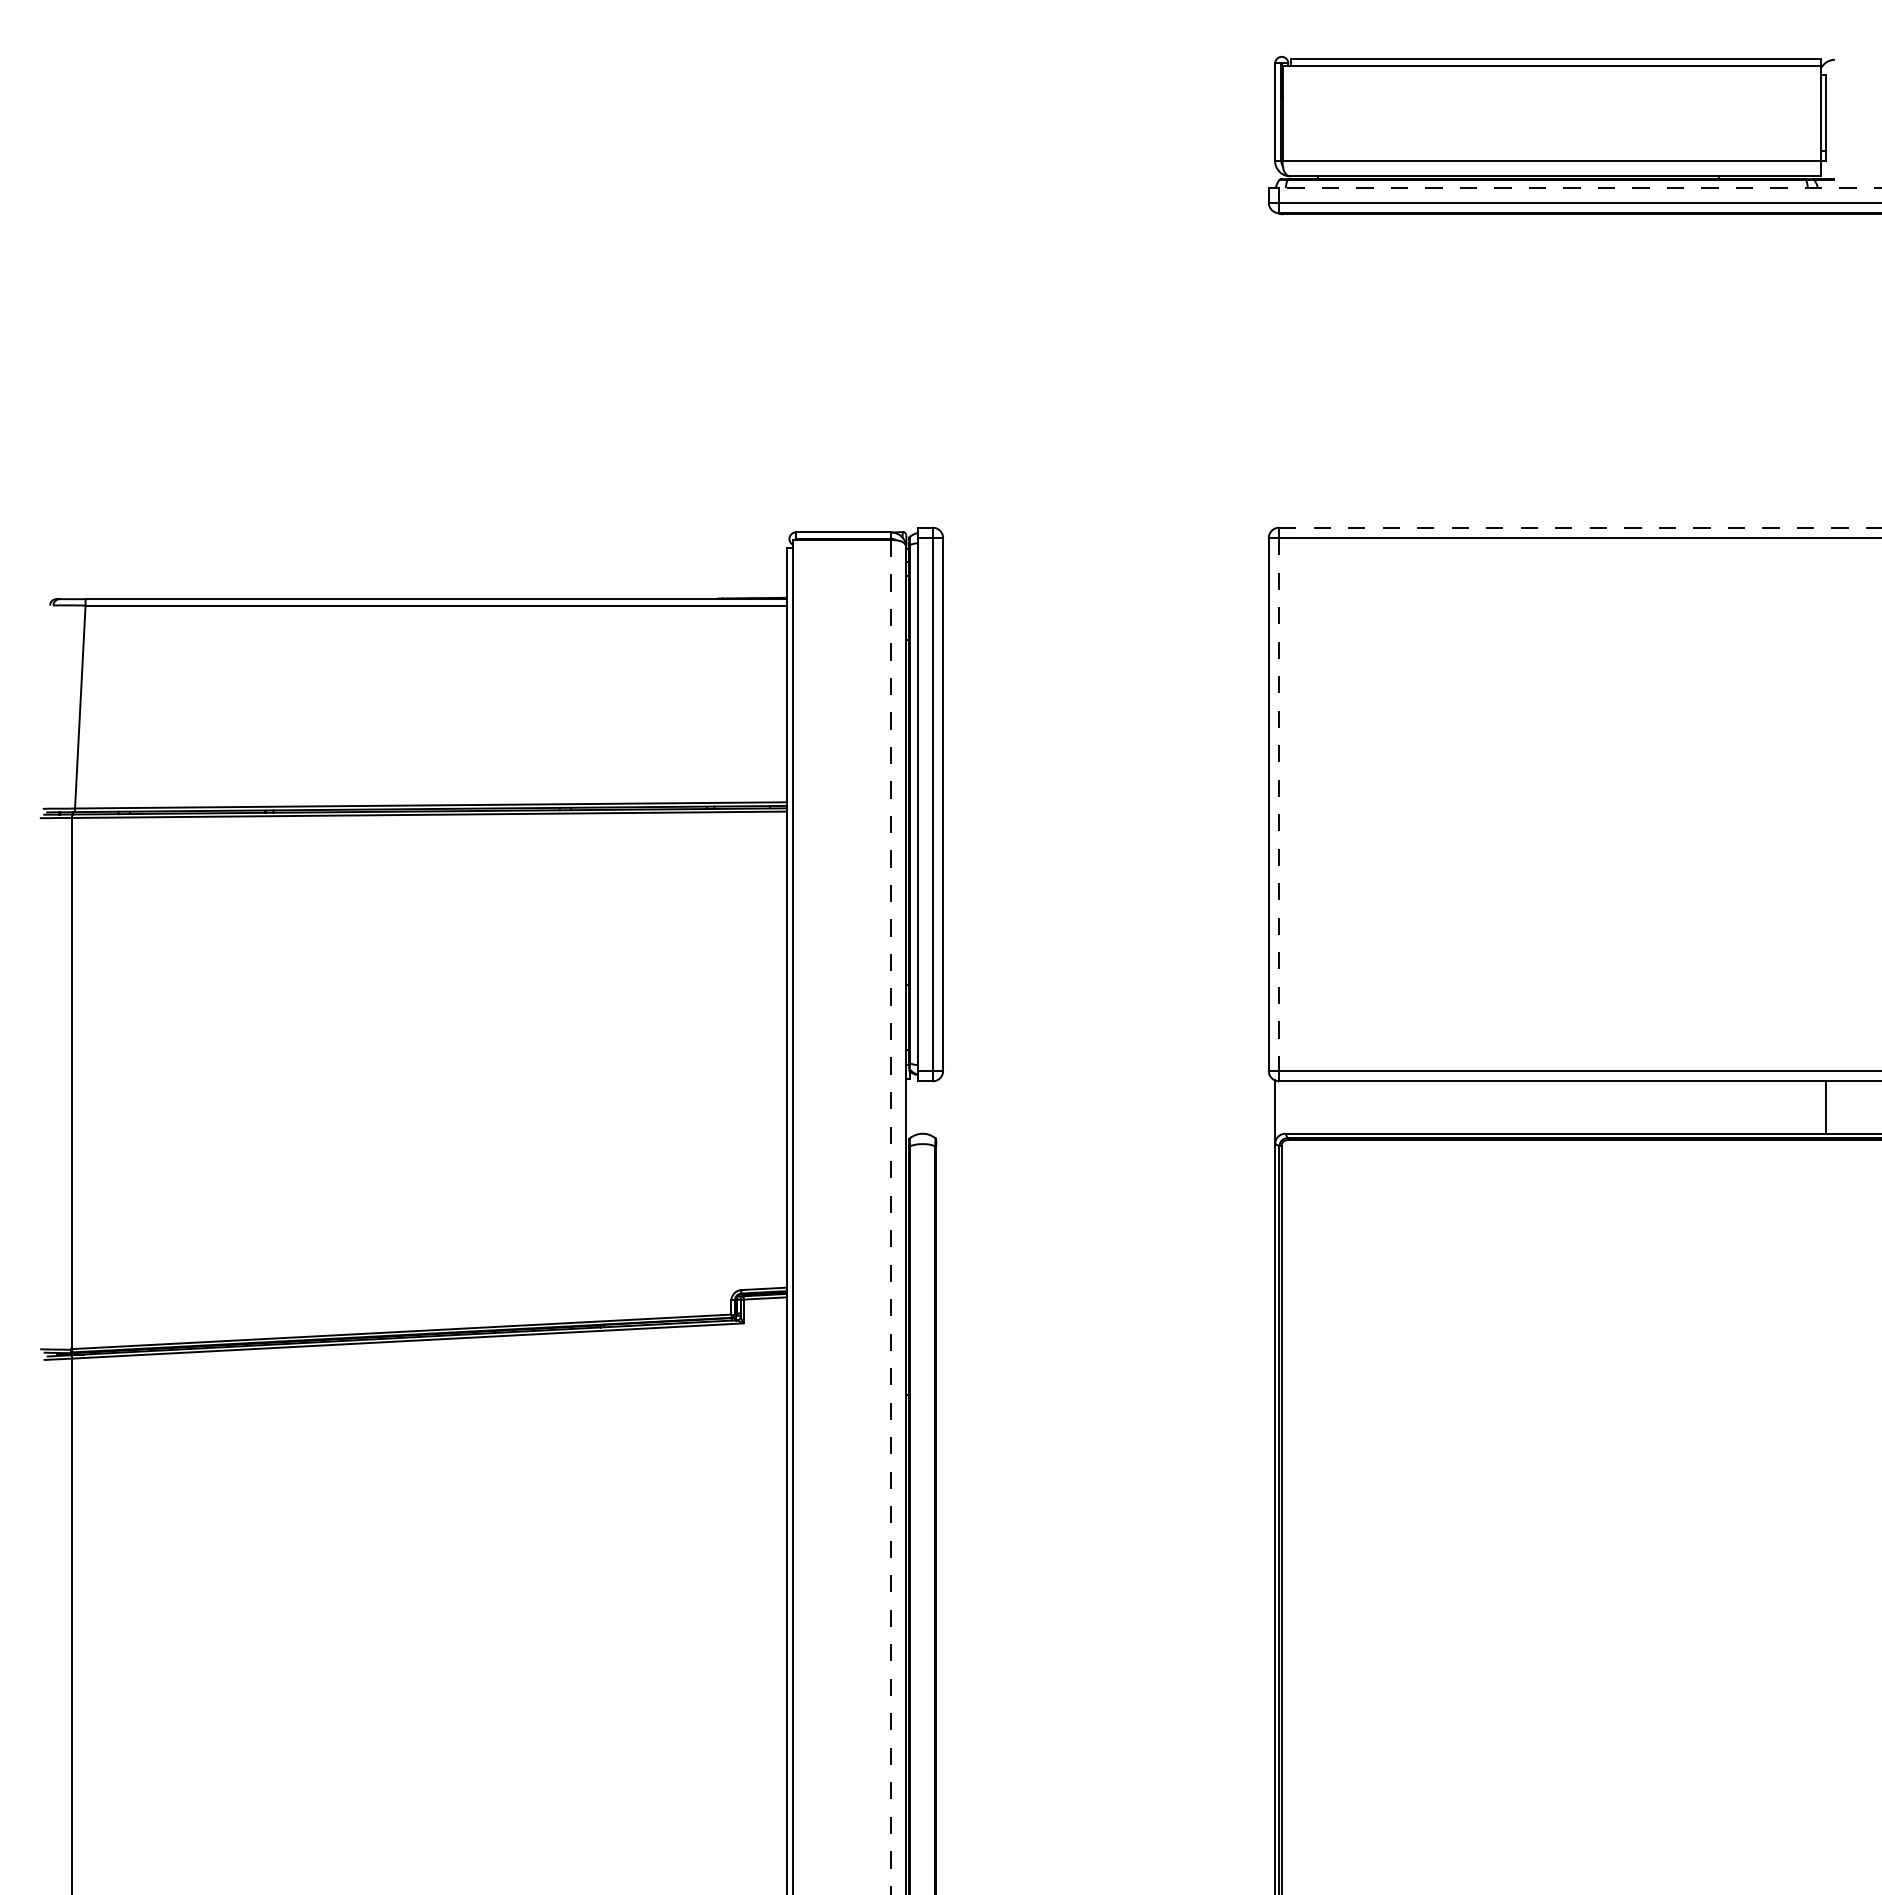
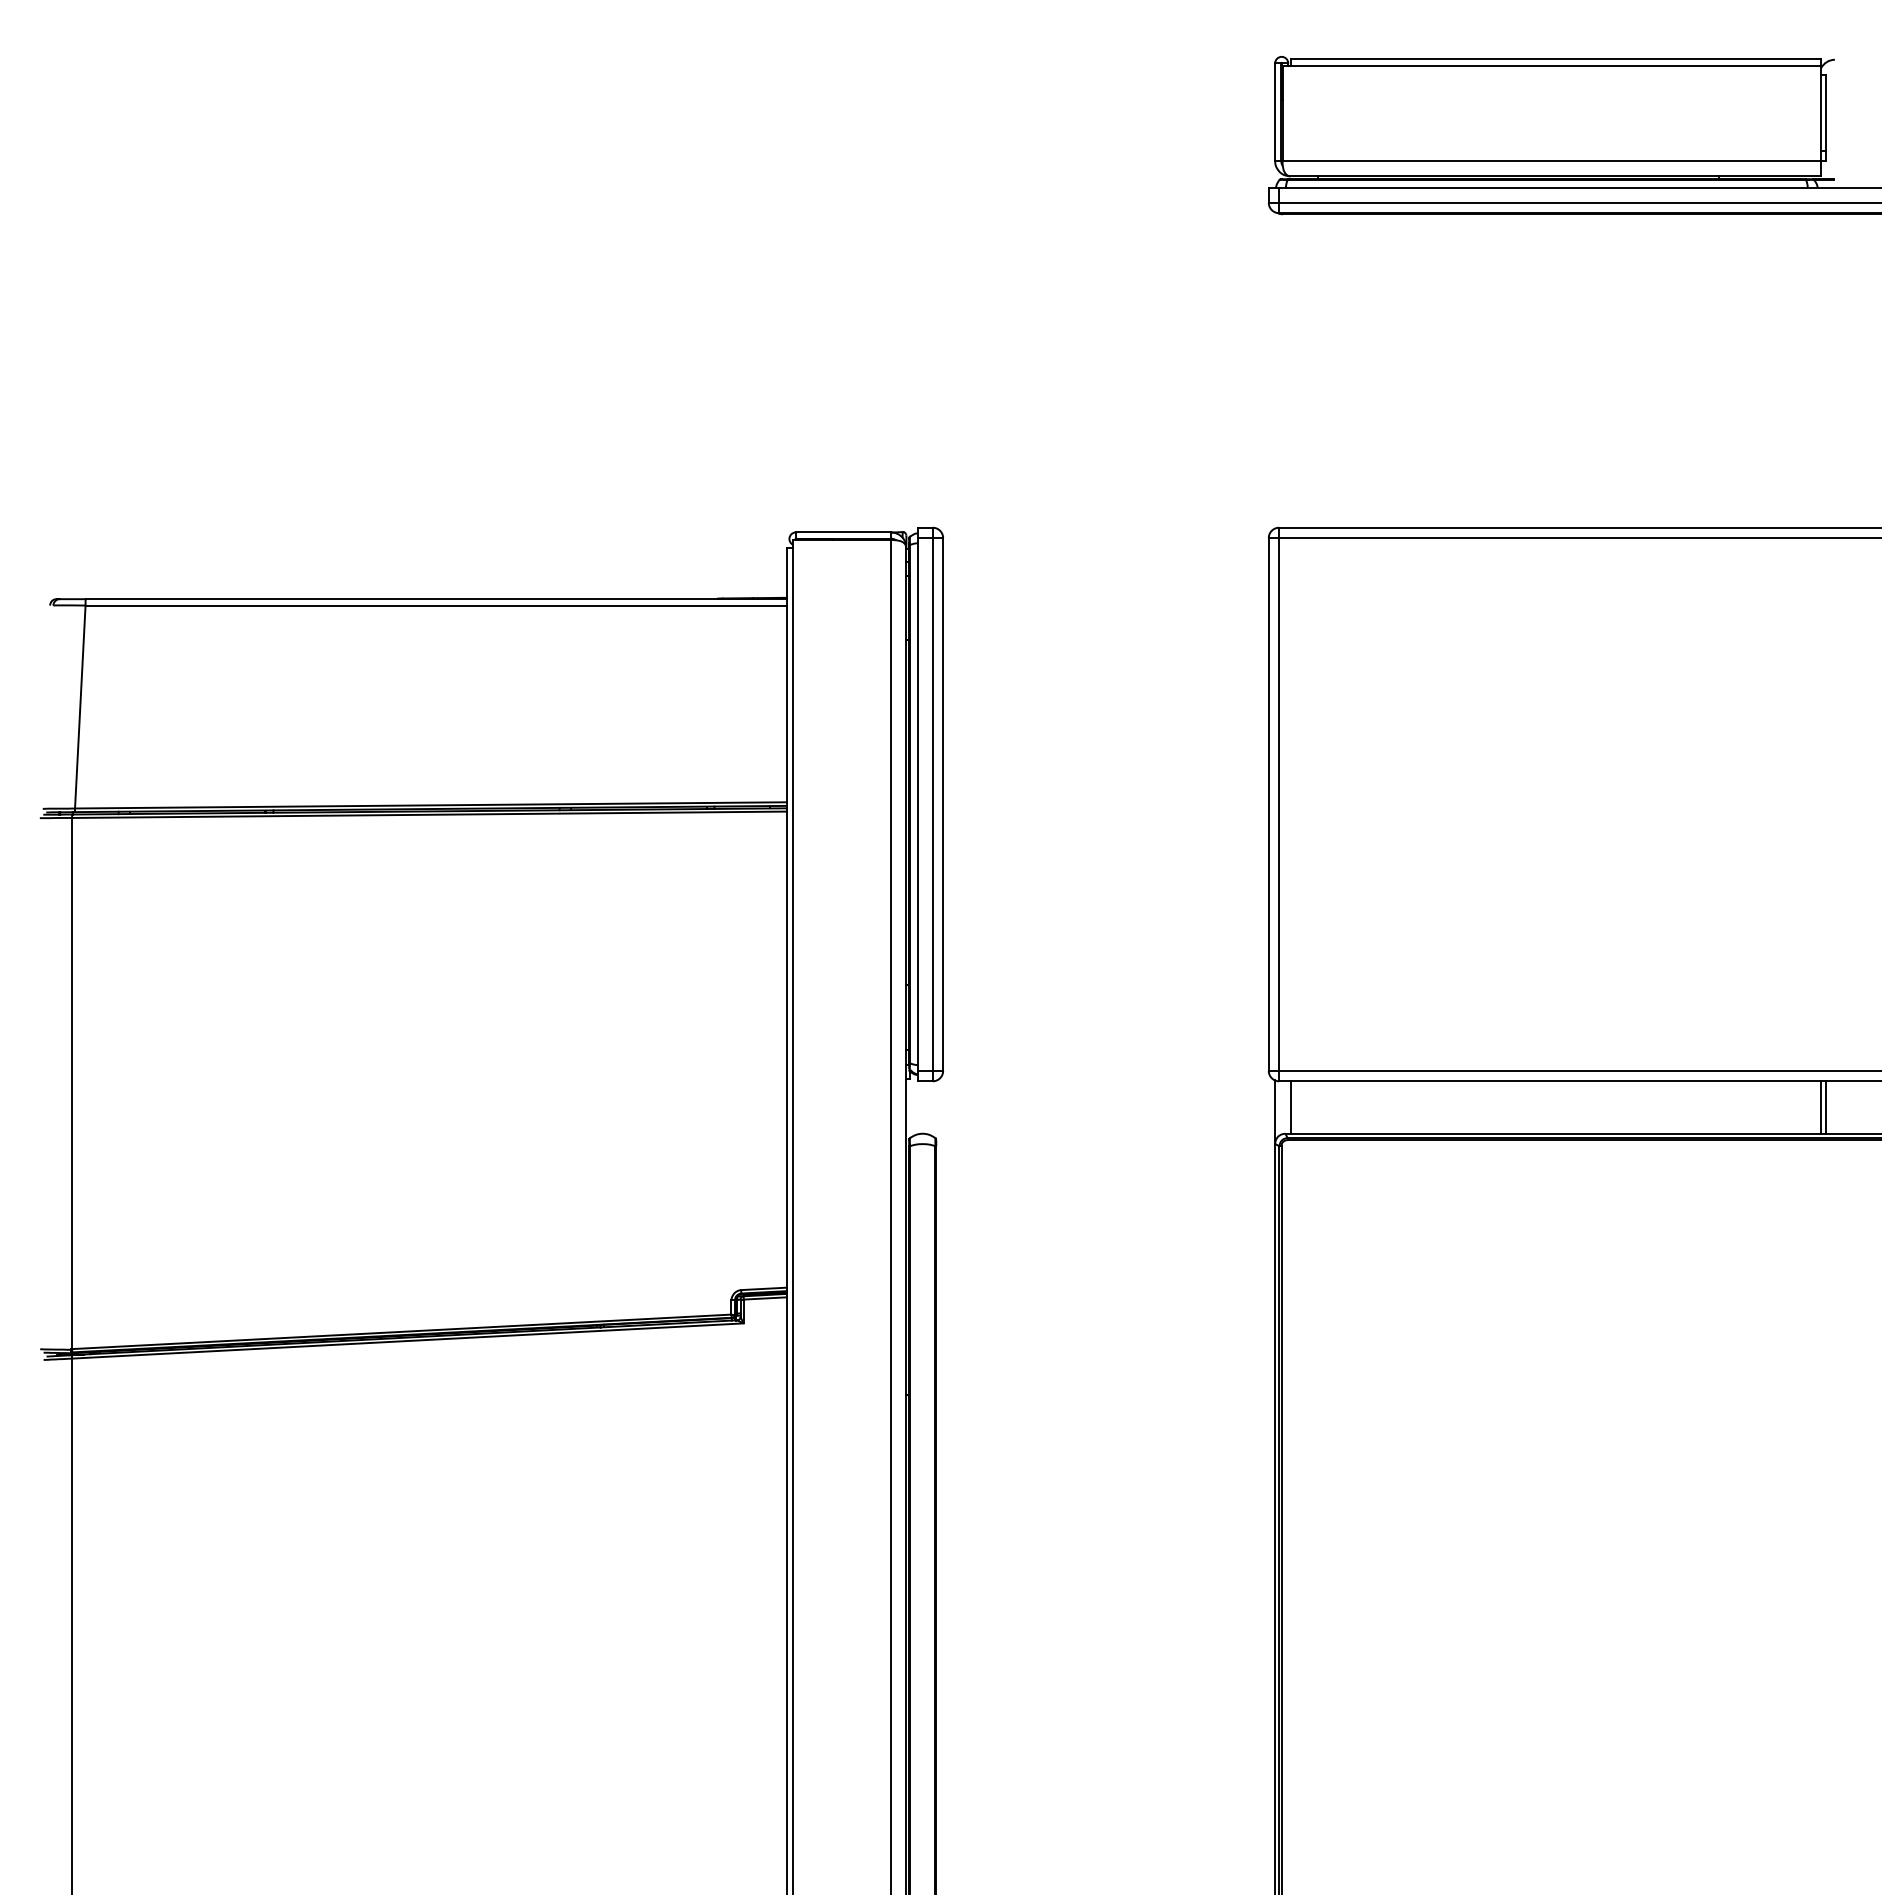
line at (1580, 187): dashed -> solid
line at (1580, 527): dashed -> solid
line at (1279, 805): dashed -> solid
line at (1290, 1107): none -> present
line at (1821, 1107): none -> present
line at (891, 1217): dashed -> solid
